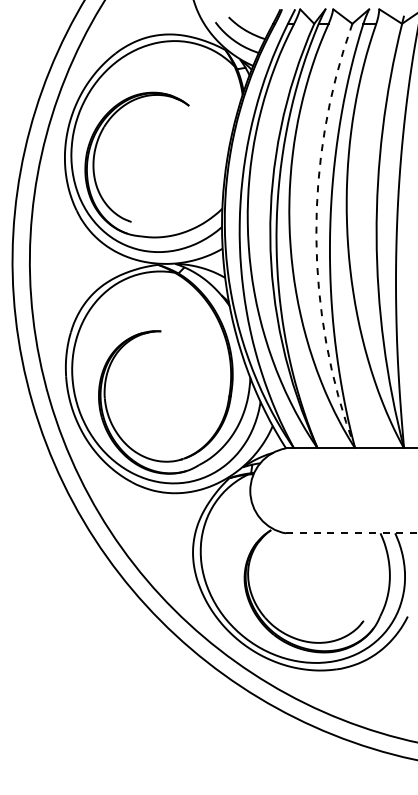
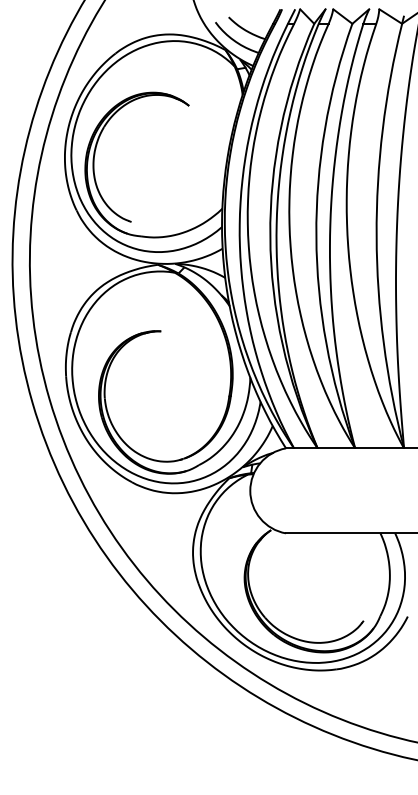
arc at (316, 236): dashed -> solid
line at (352, 533): dashed -> solid
